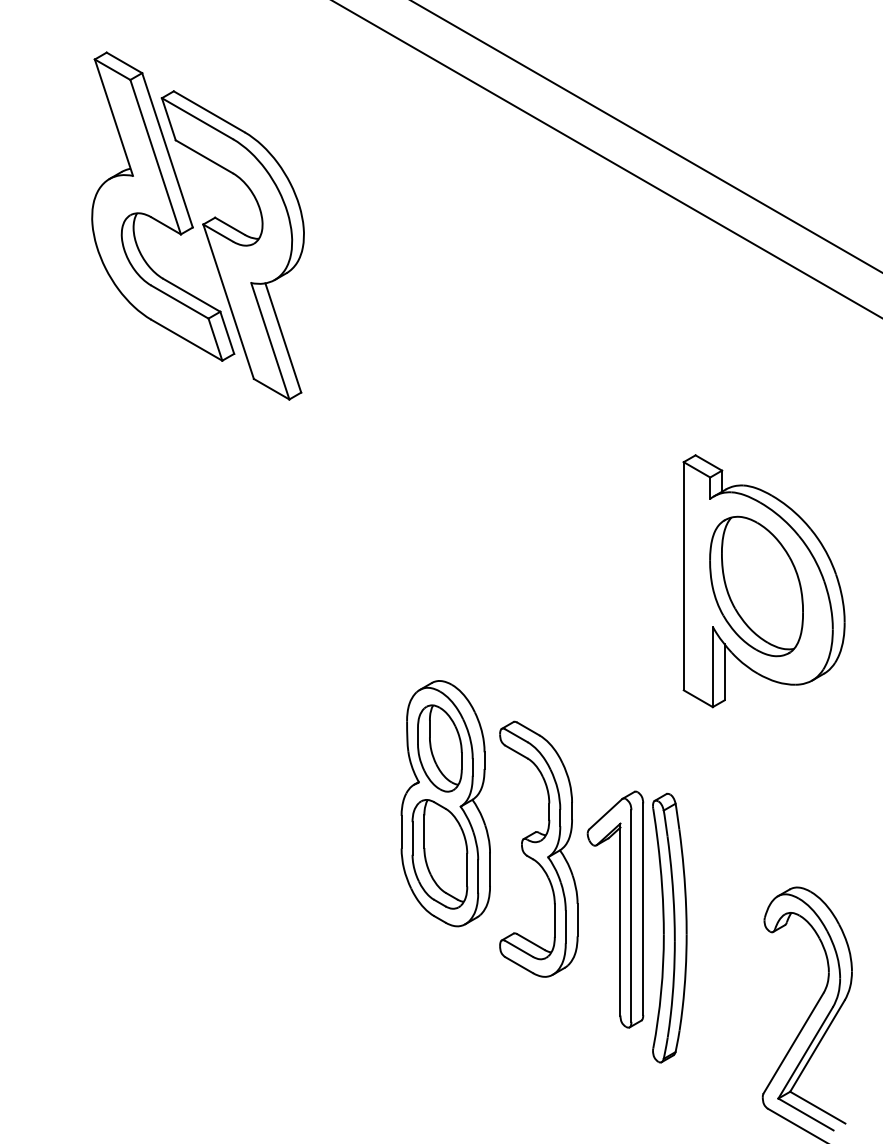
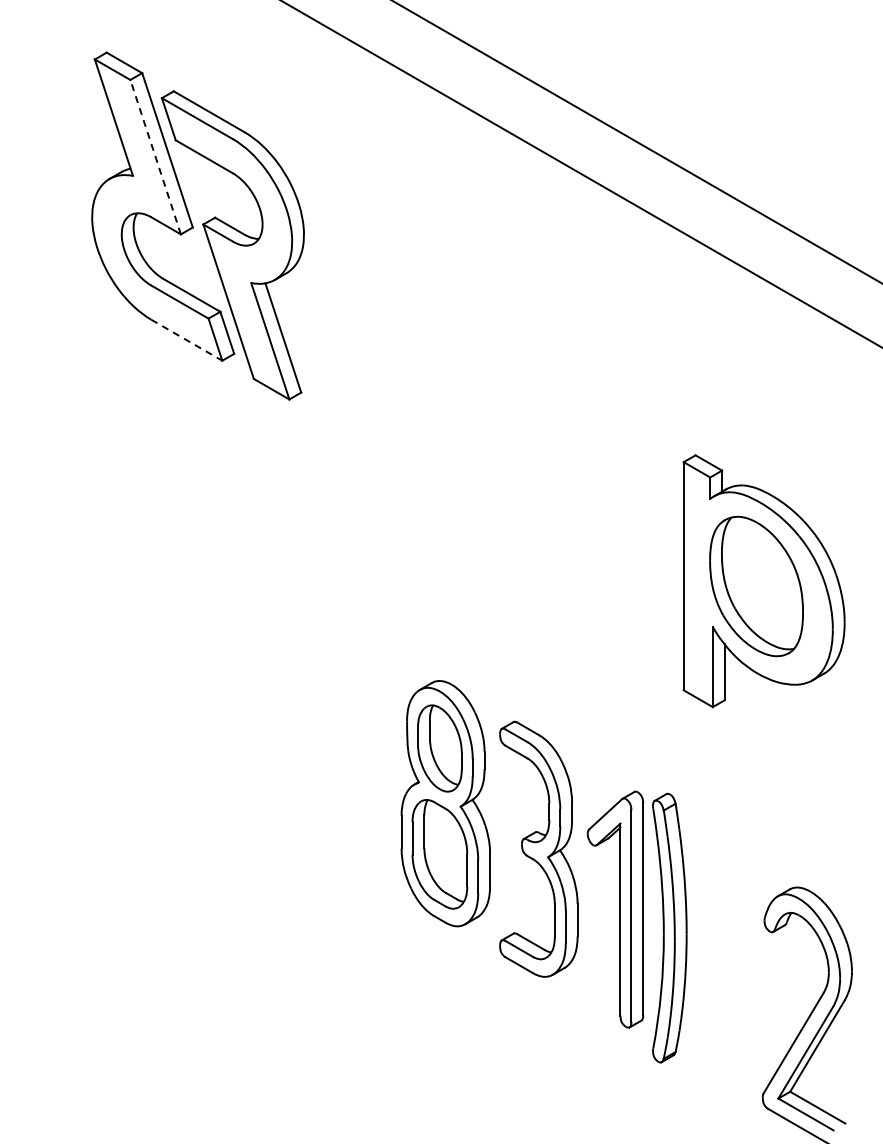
line at (646, 136) position: (646, 136) -> (636, 142)
line at (155, 156): solid -> dashed
line at (606, 159) position: (606, 159) -> (581, 174)
line at (186, 340): solid -> dashed
